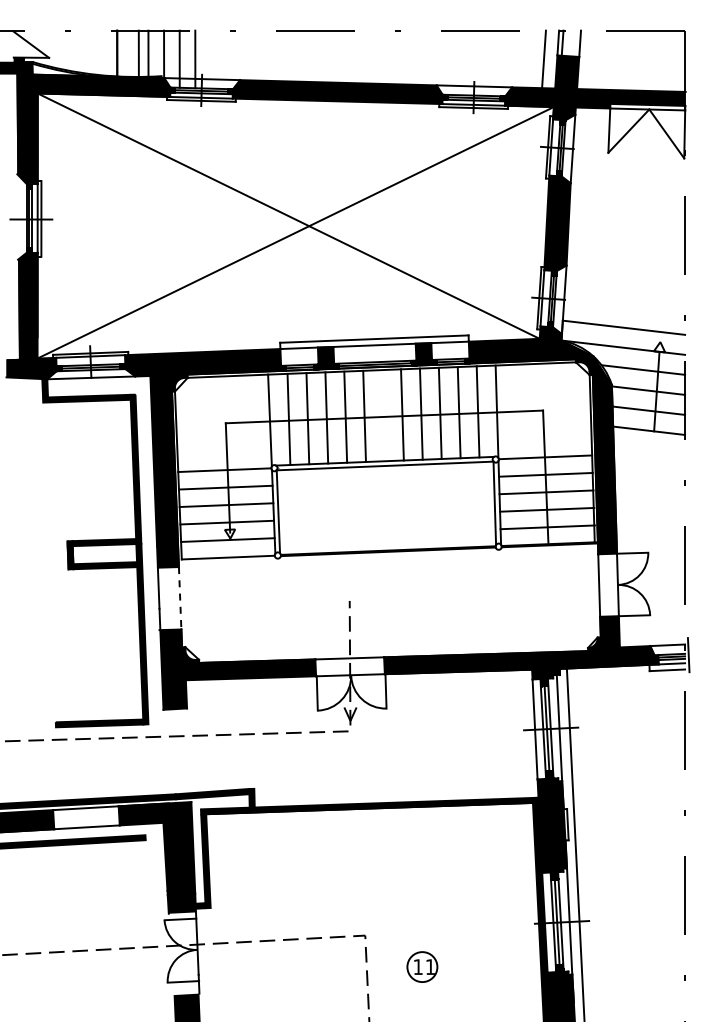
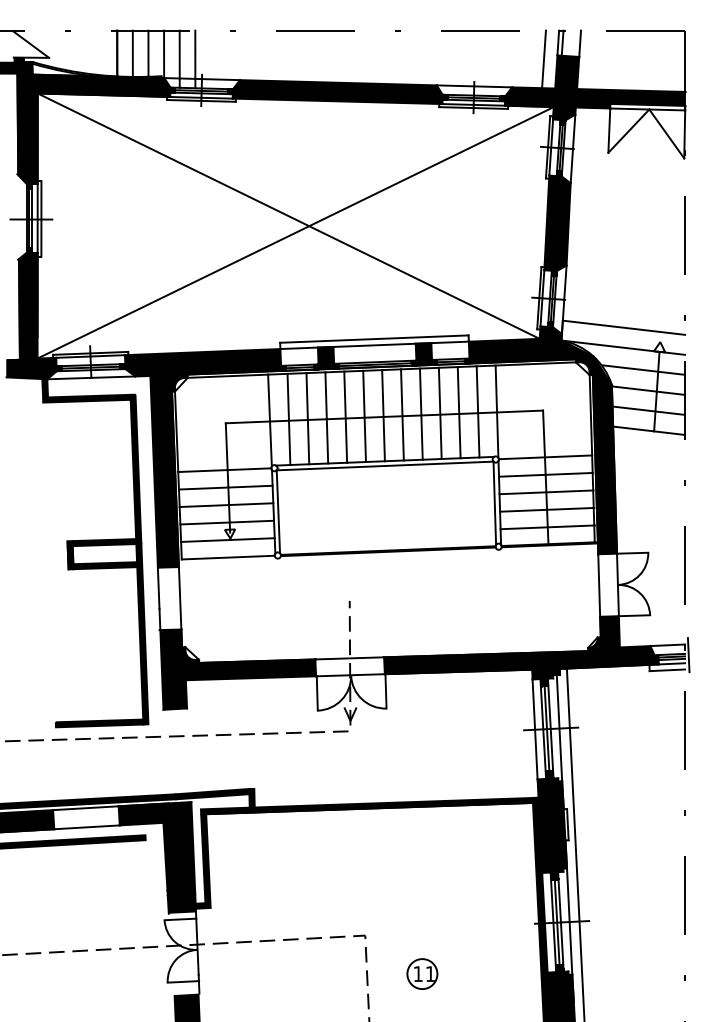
line at (138, 53) position: (138, 53) -> (132, 53)
line at (383, 415): none -> present
line at (180, 598): dashed -> solid
part at (422, 966) position: (422, 966) -> (422, 973)
